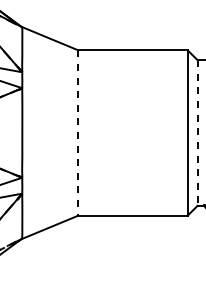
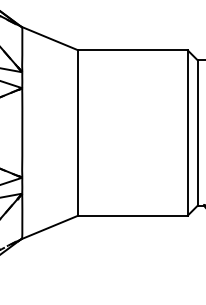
line at (78, 133): dashed -> solid
line at (197, 133): dashed -> solid
